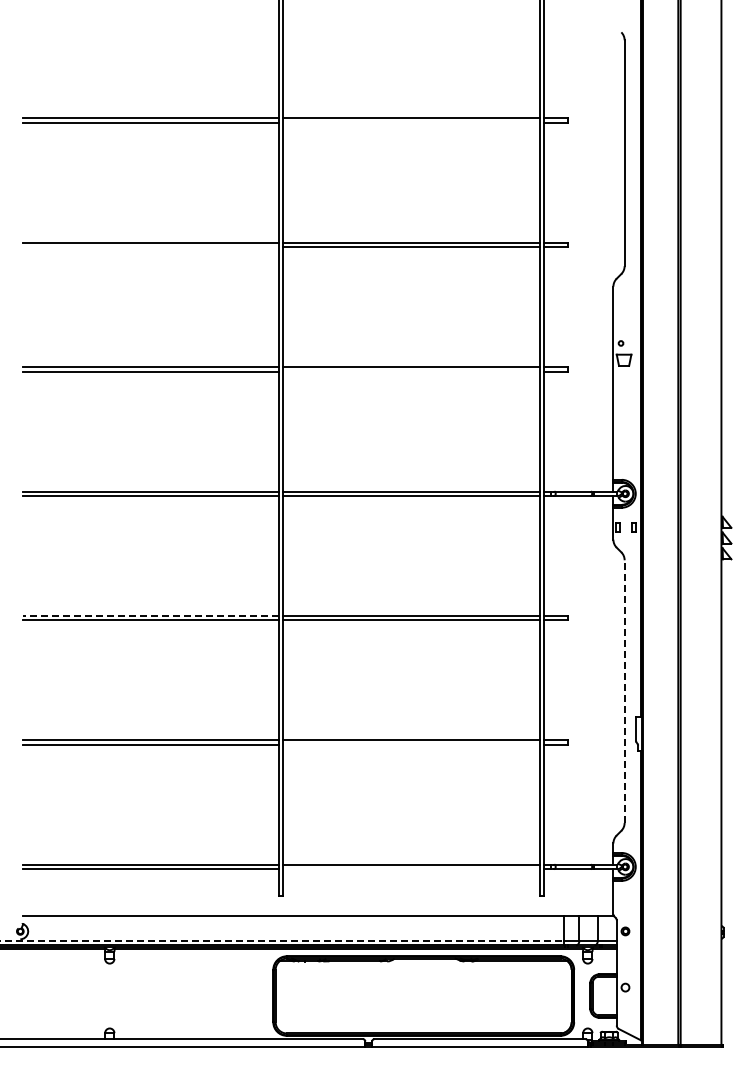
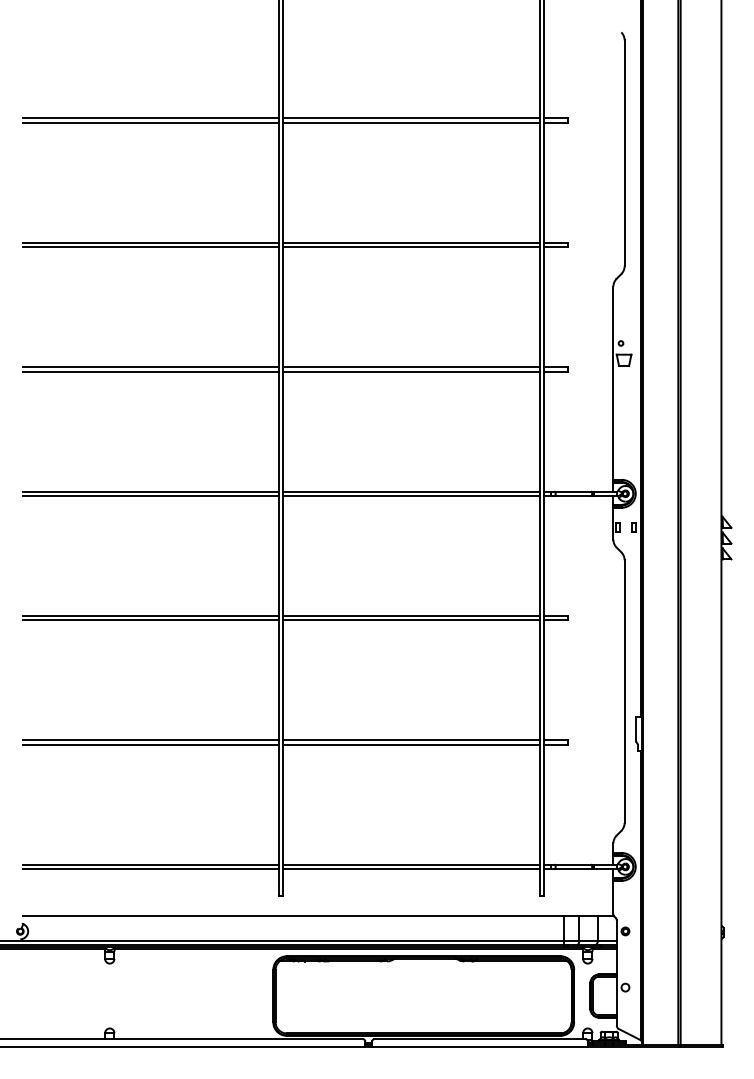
line at (411, 122): none -> present
line at (150, 247): none -> present
line at (411, 371): none -> present
line at (150, 615): dashed -> solid
line at (624, 691): dashed -> solid
line at (411, 744): none -> present
line at (411, 869): none -> present
line at (282, 940): dashed -> solid
